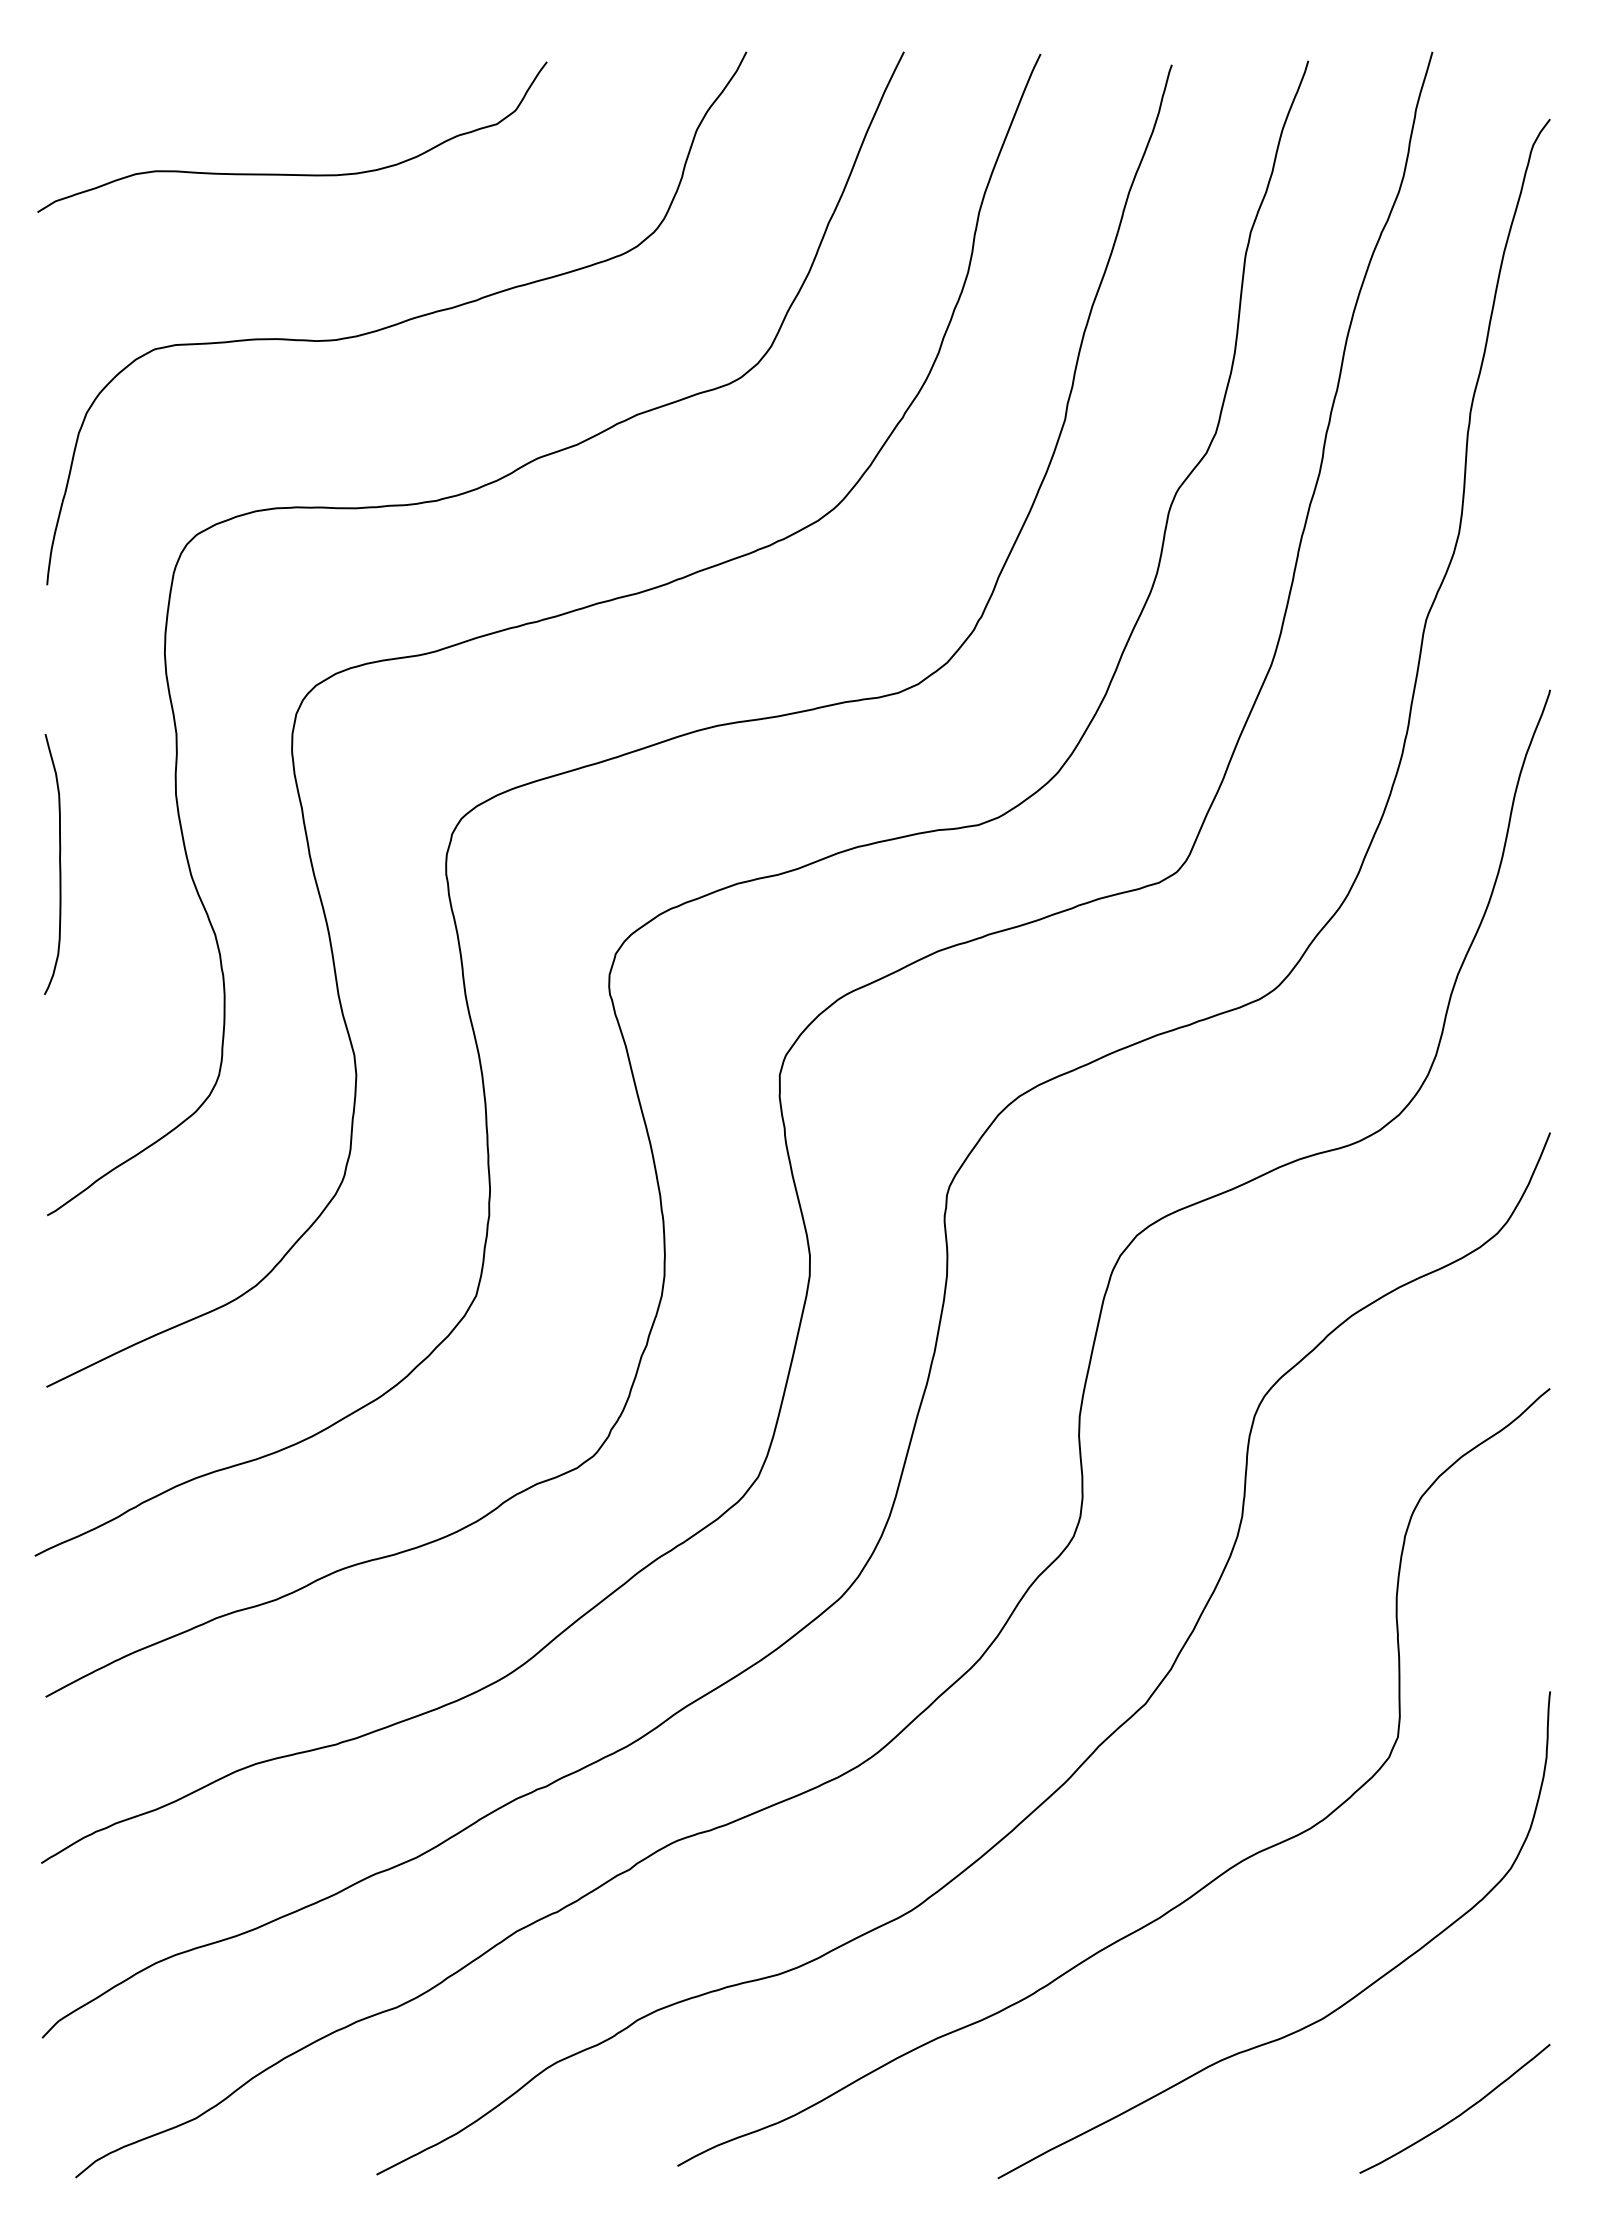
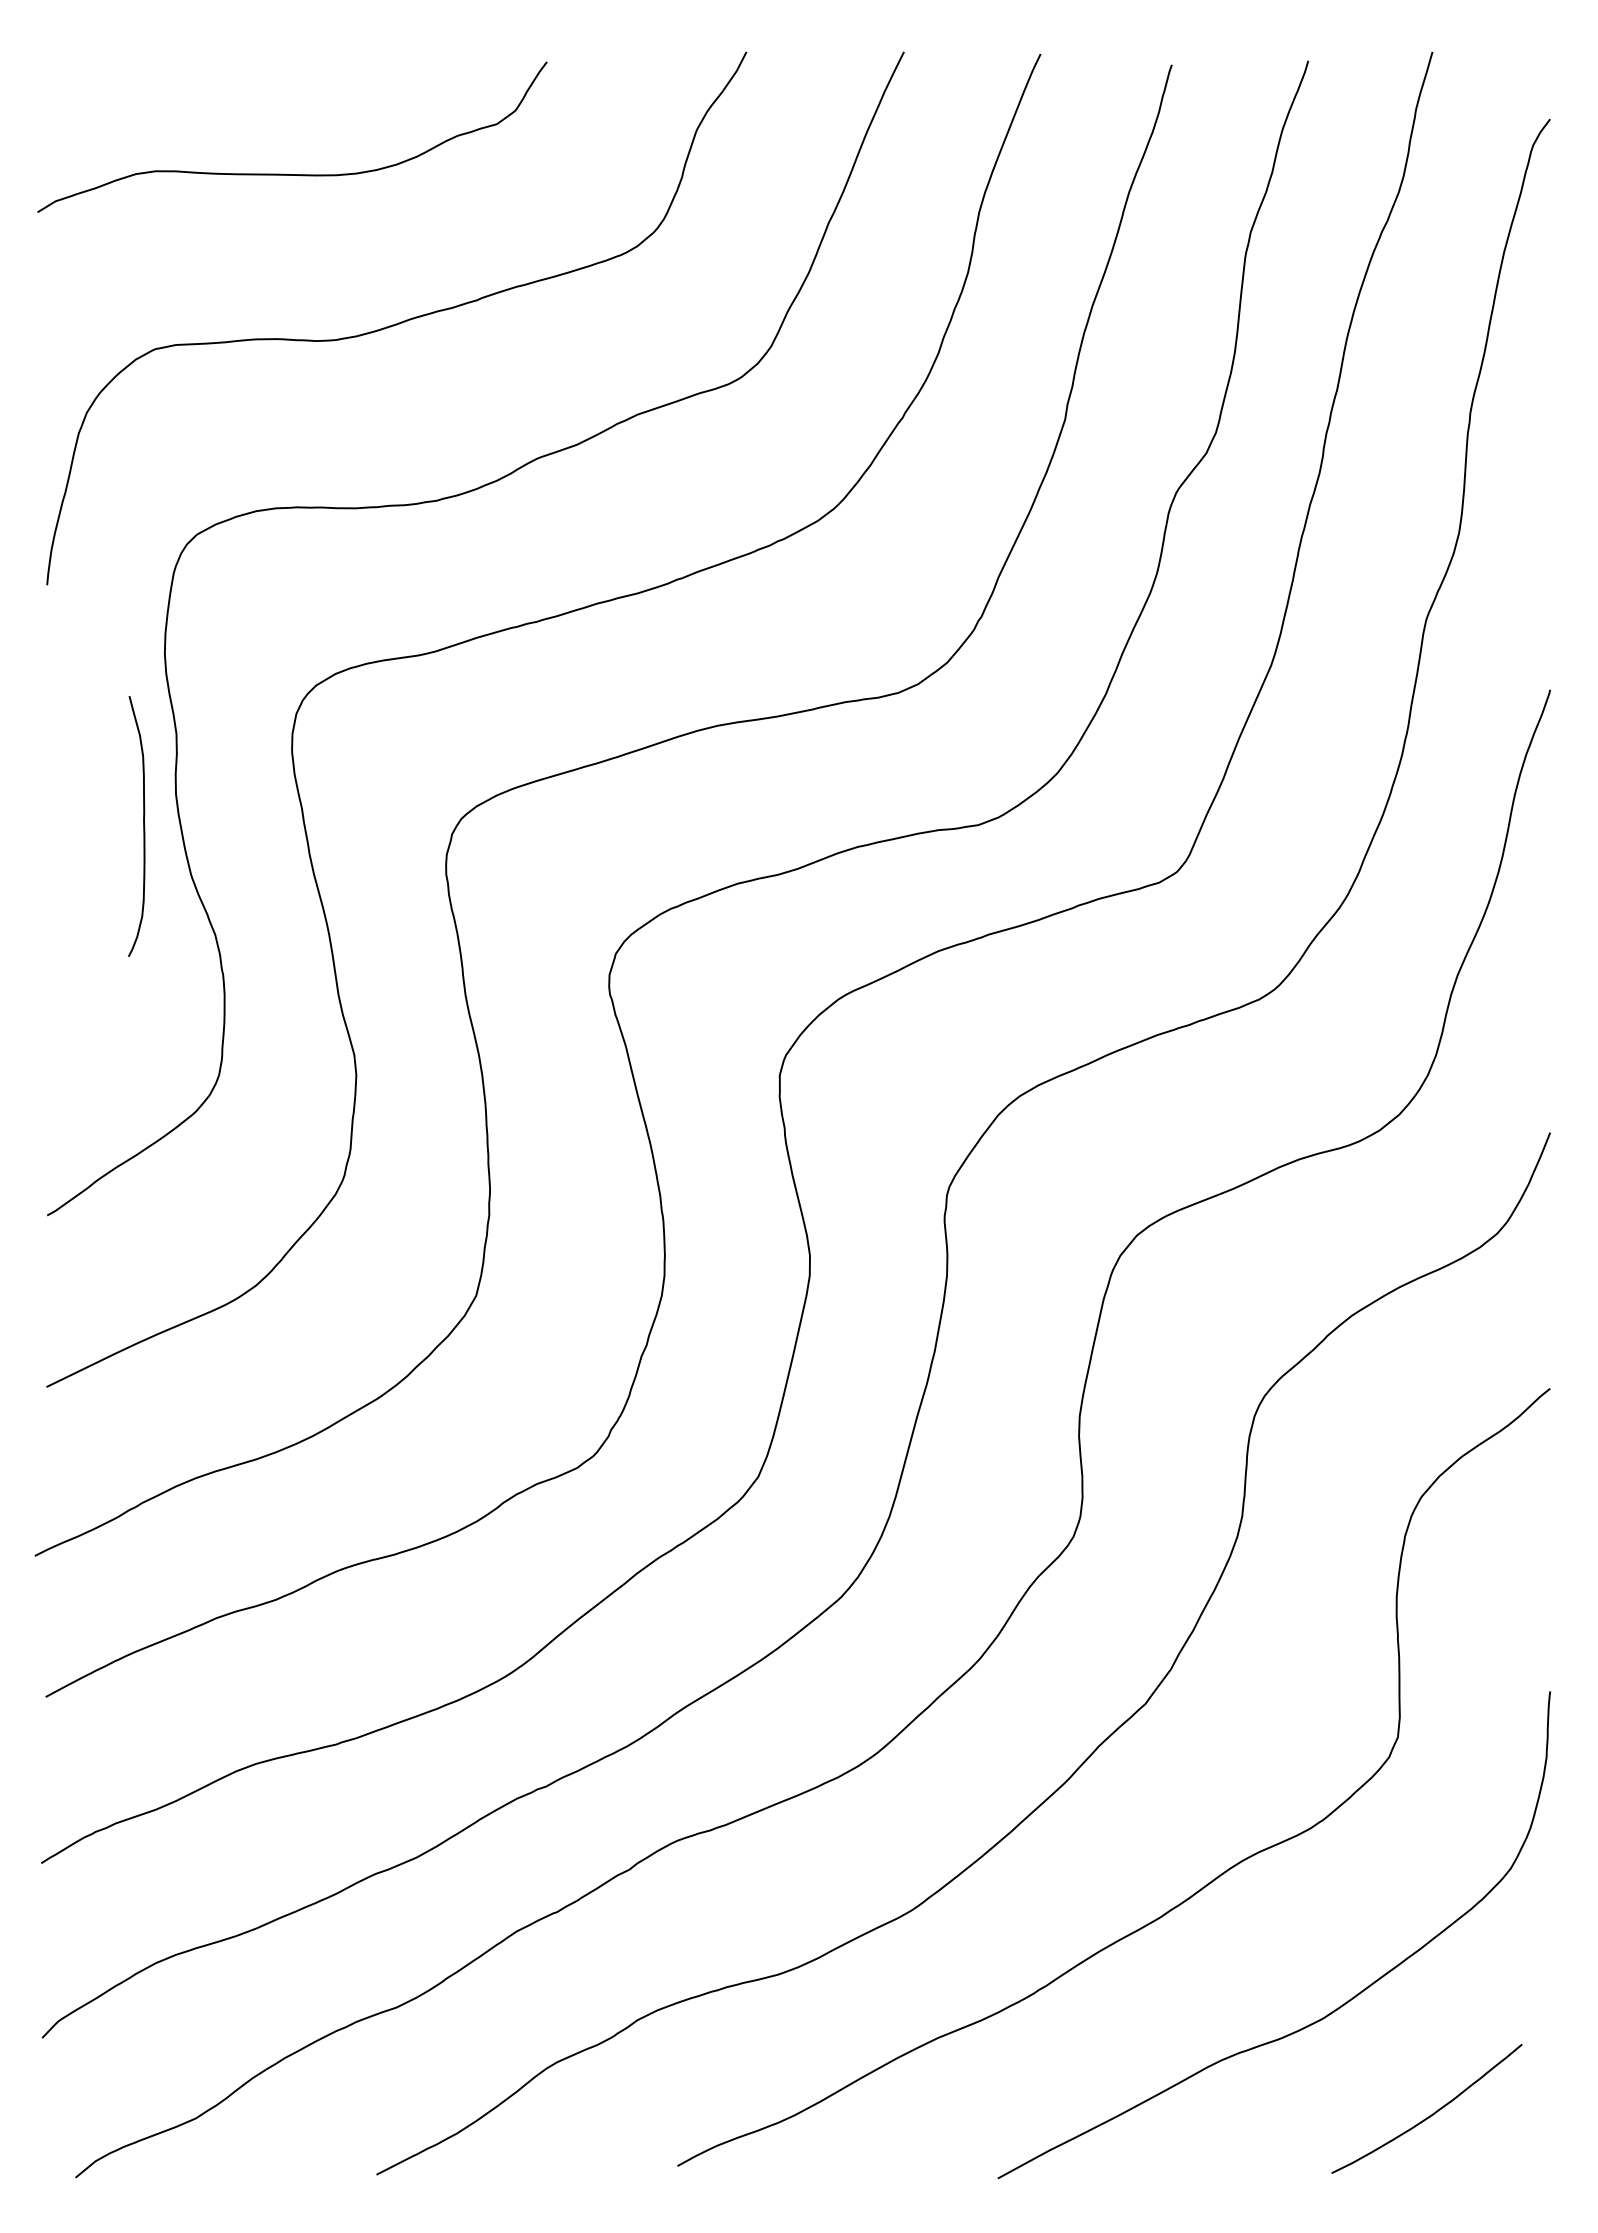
curve at (59, 864) position: (59, 864) -> (143, 826)
curve at (1457, 2115) position: (1457, 2115) -> (1429, 2115)
